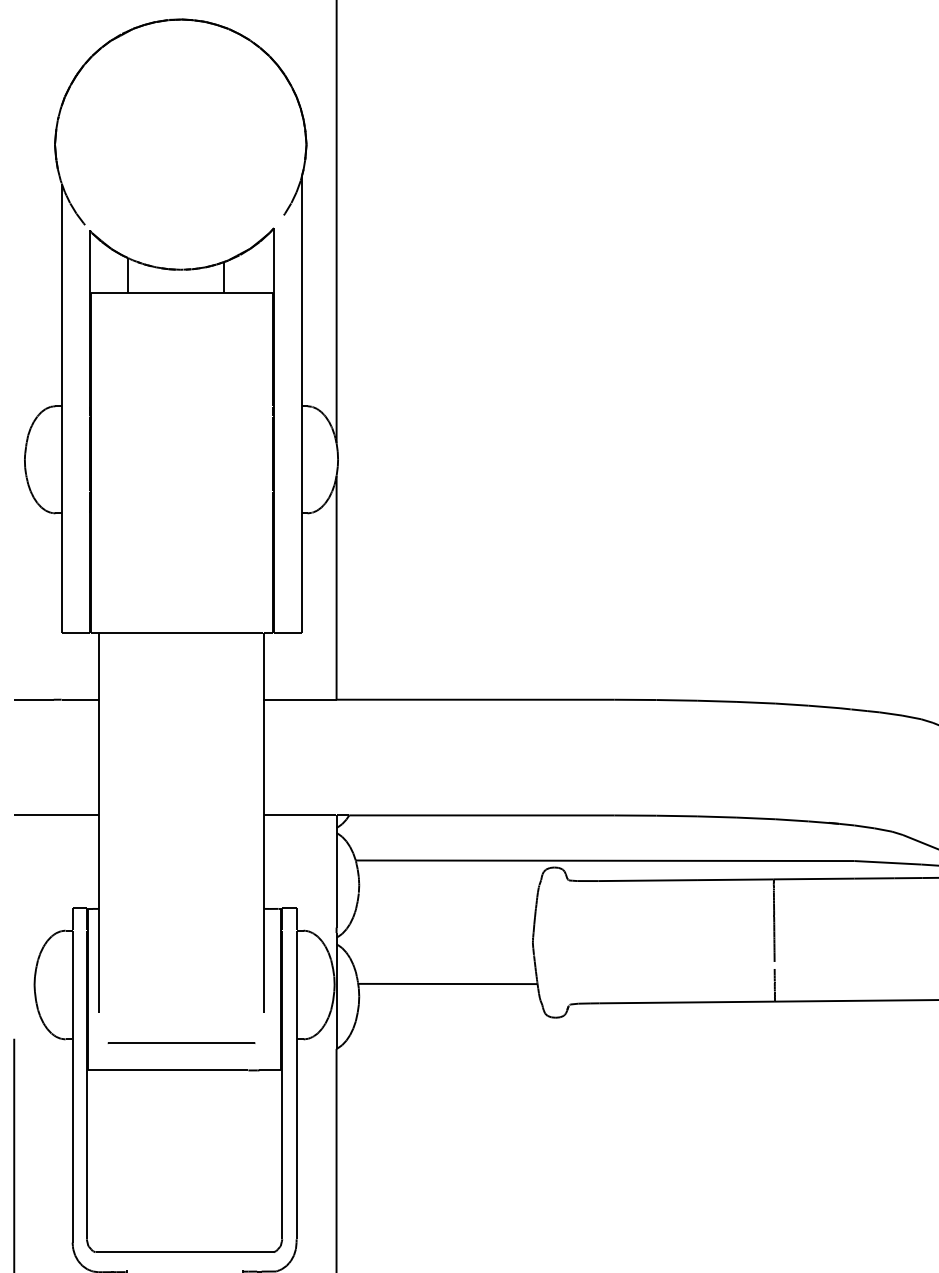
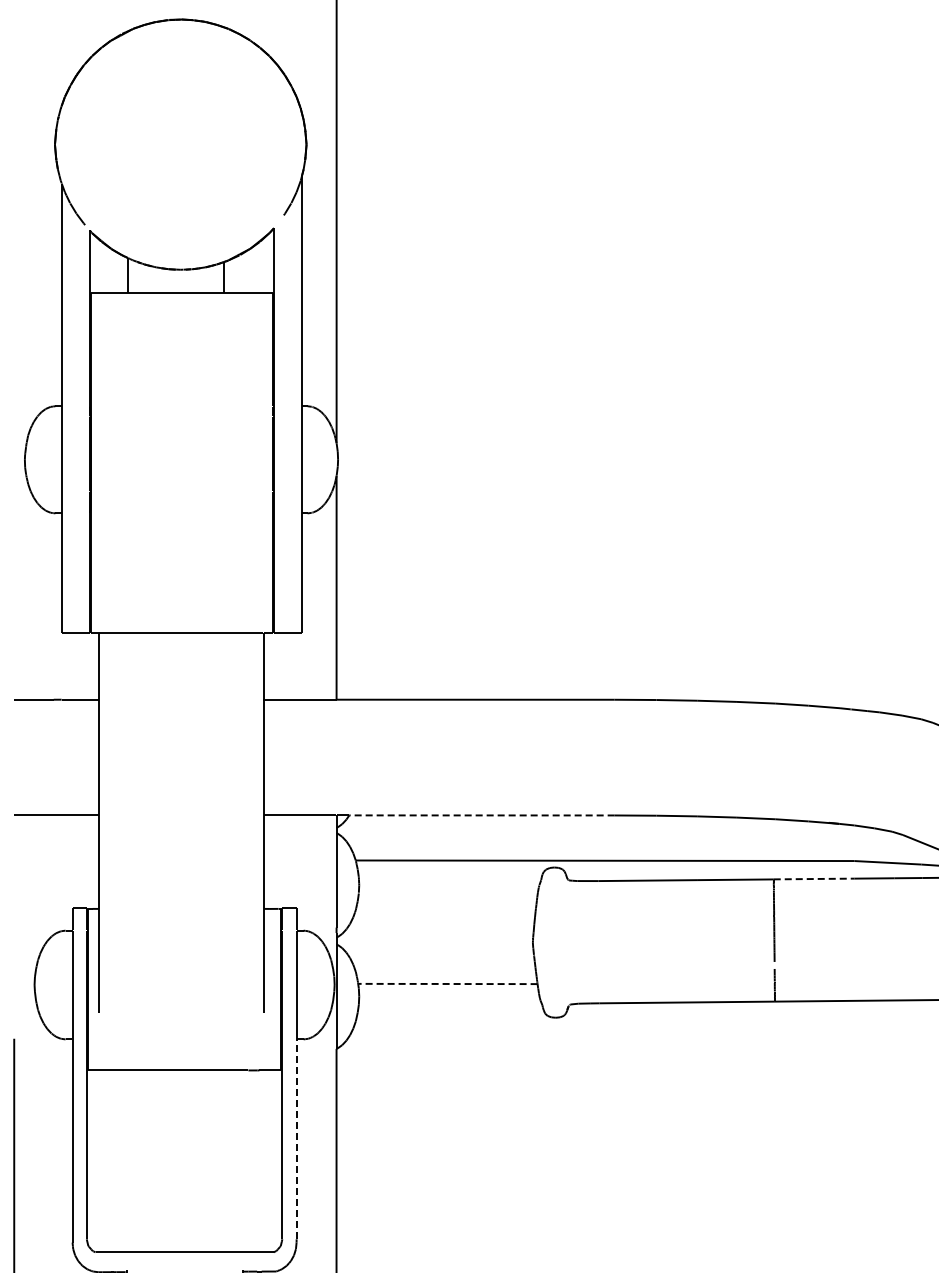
line at (481, 815): solid -> dashed
line at (814, 879): solid -> dashed
line at (447, 983): solid -> dashed
line at (181, 1042): present -> none
line at (296, 1139): solid -> dashed
